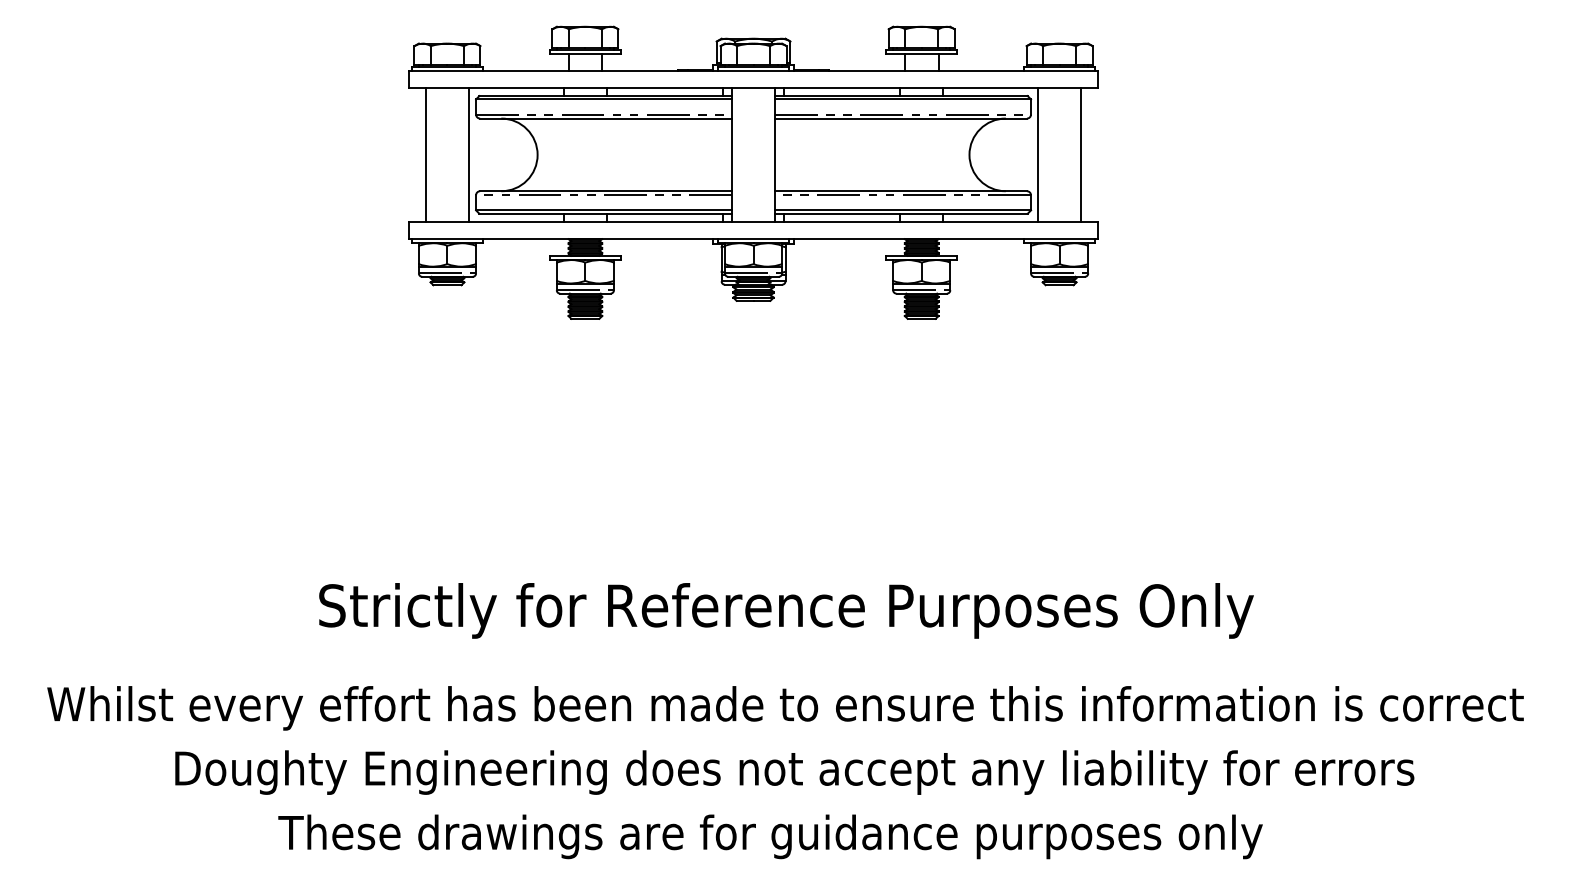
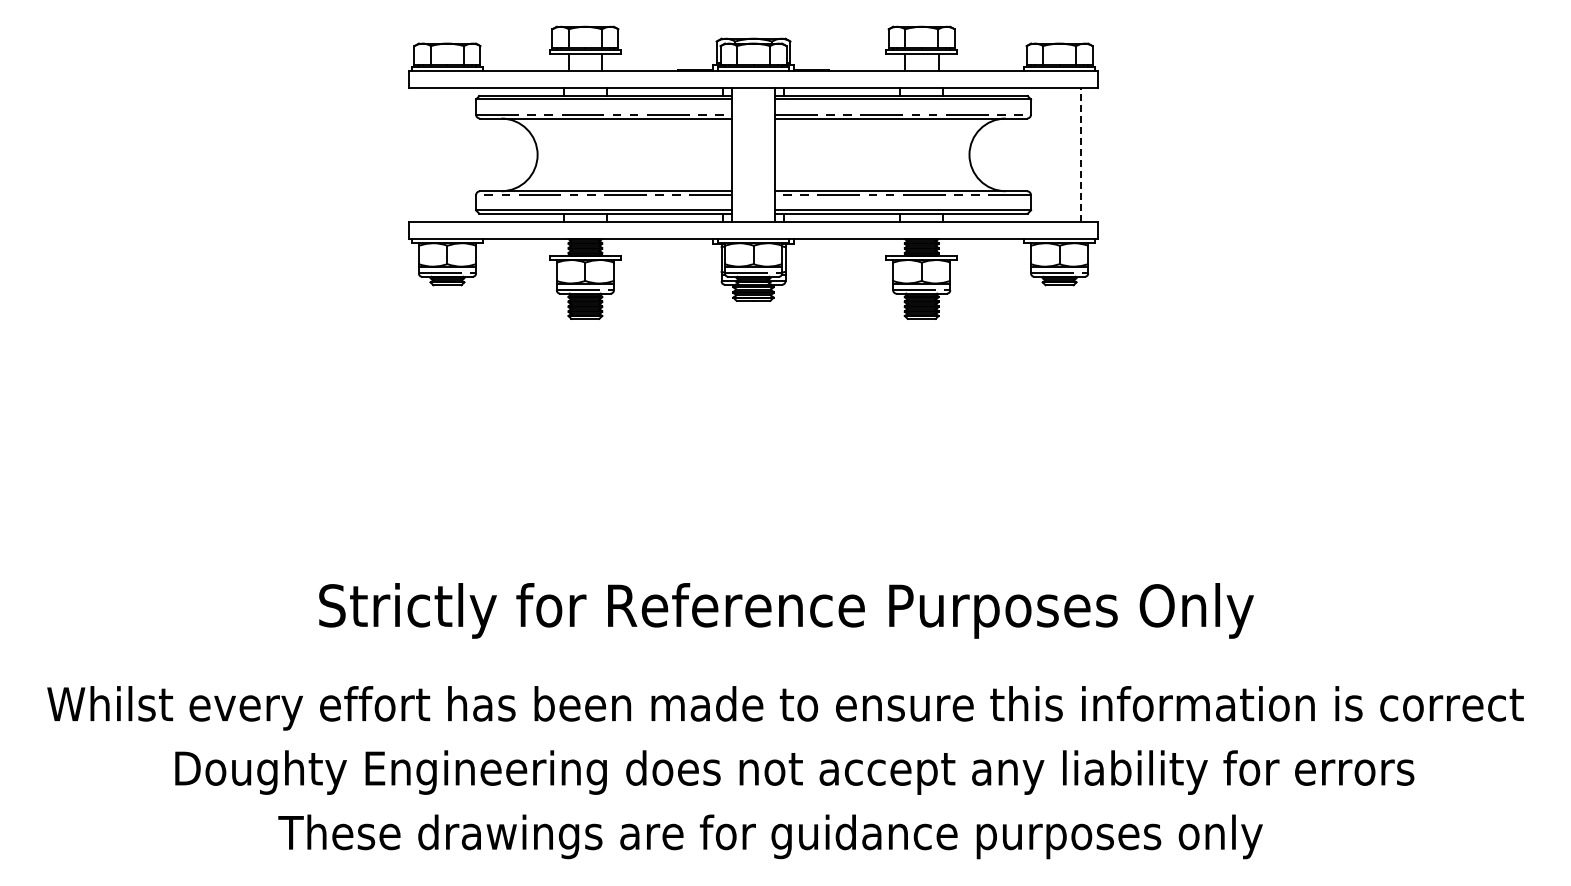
line at (426, 154): present -> none
line at (468, 154): present -> none
line at (1038, 154): present -> none
line at (1080, 154): solid -> dashed
